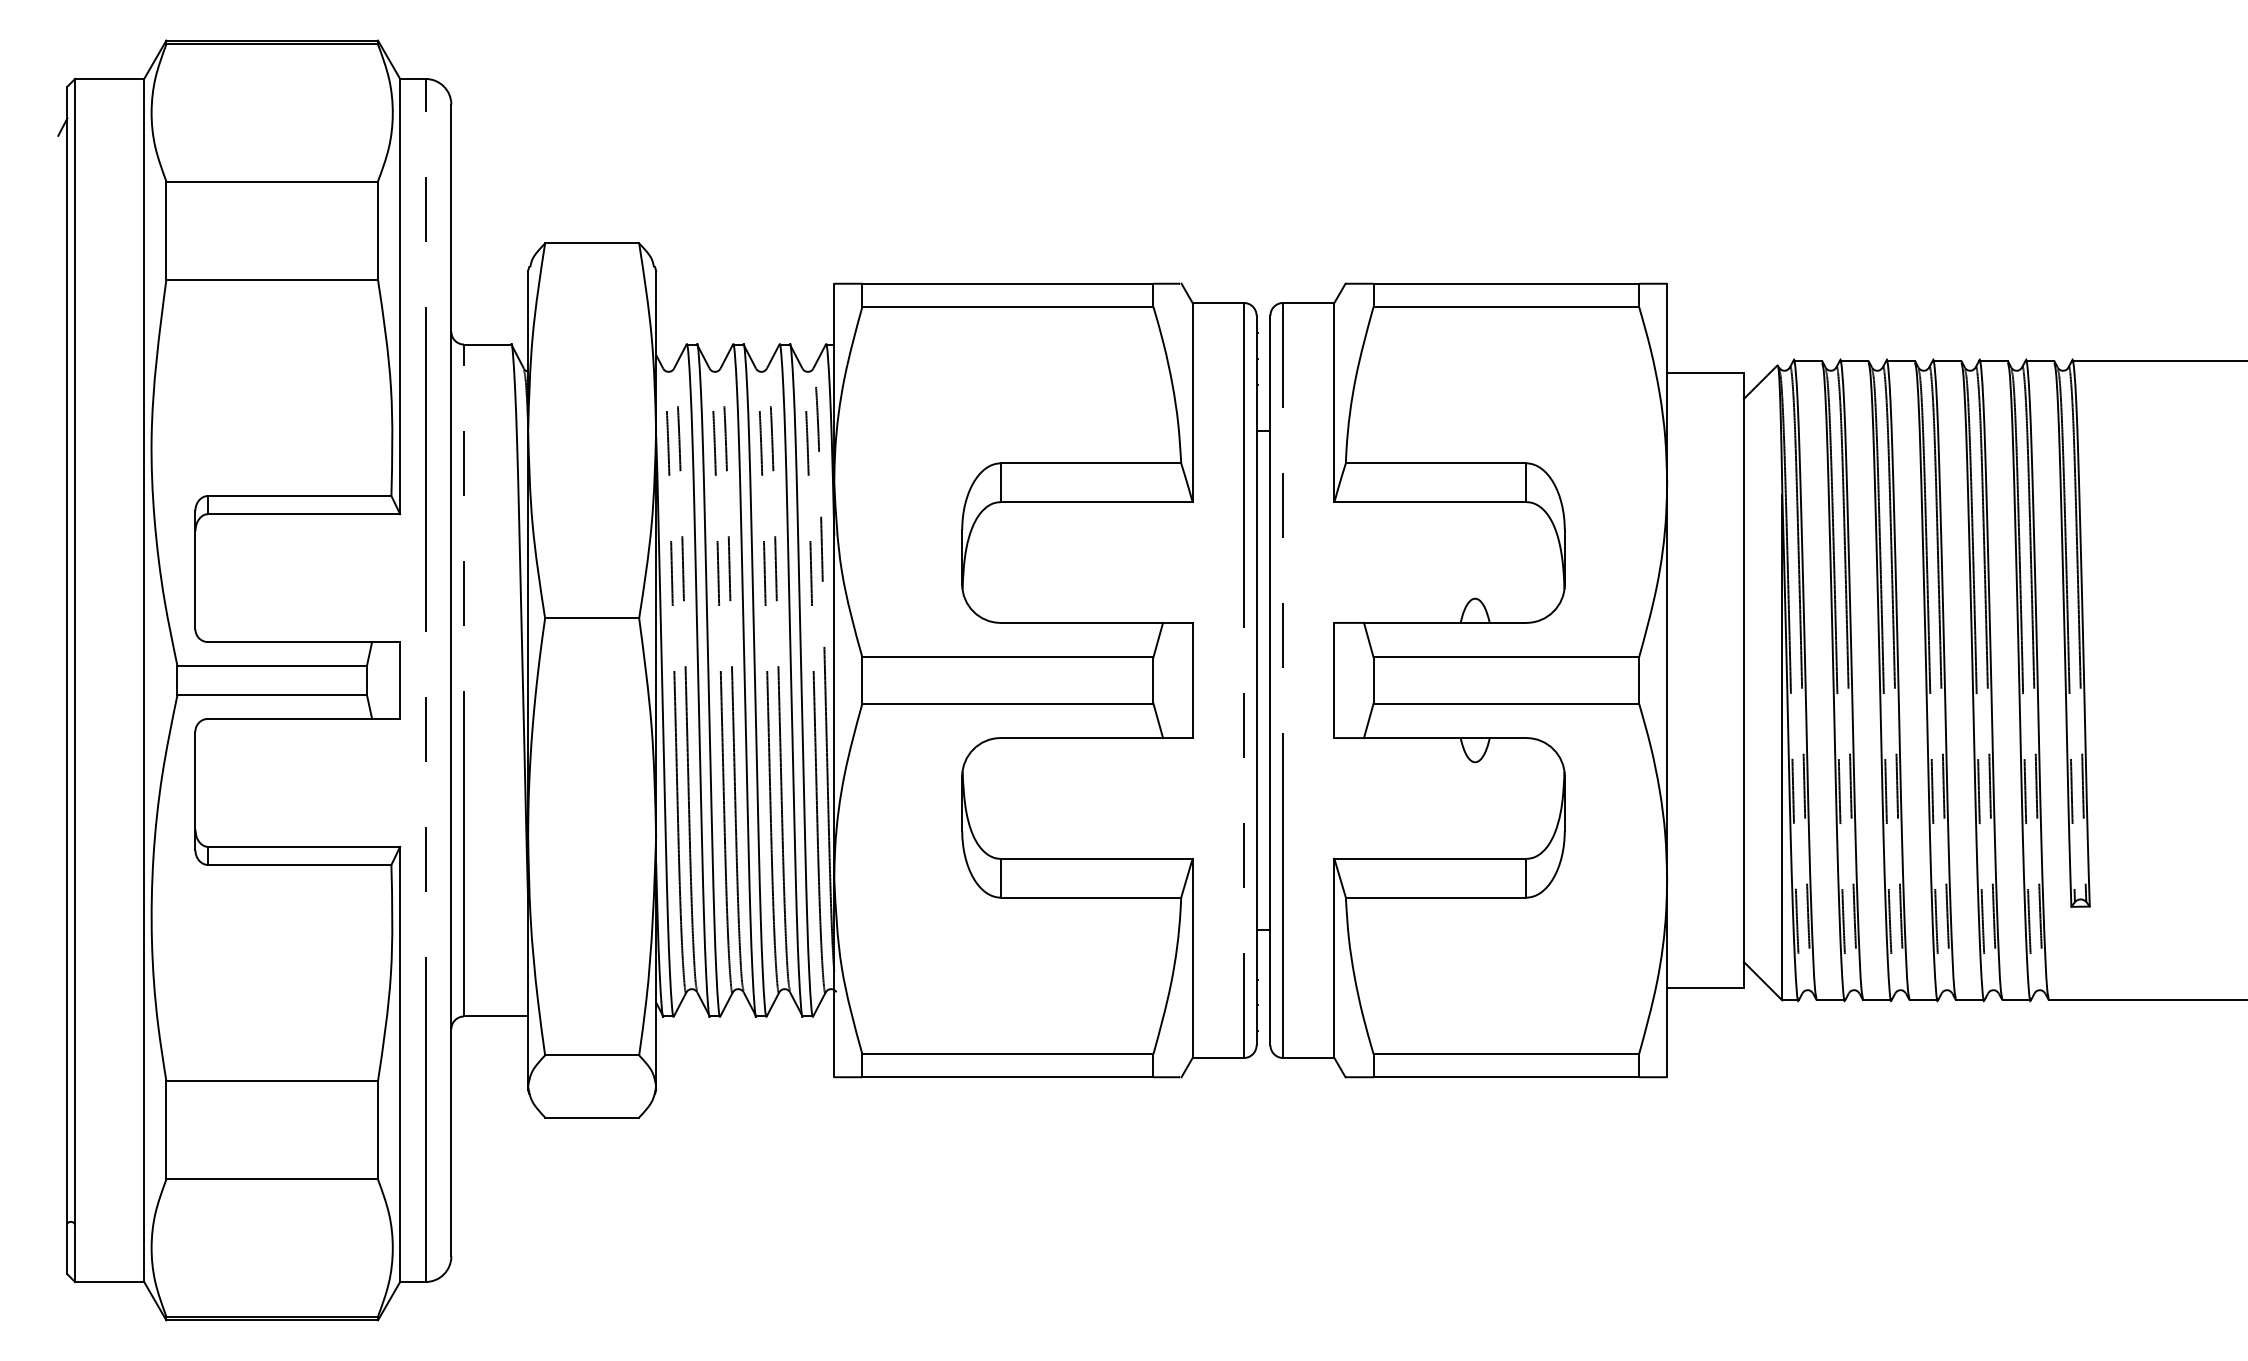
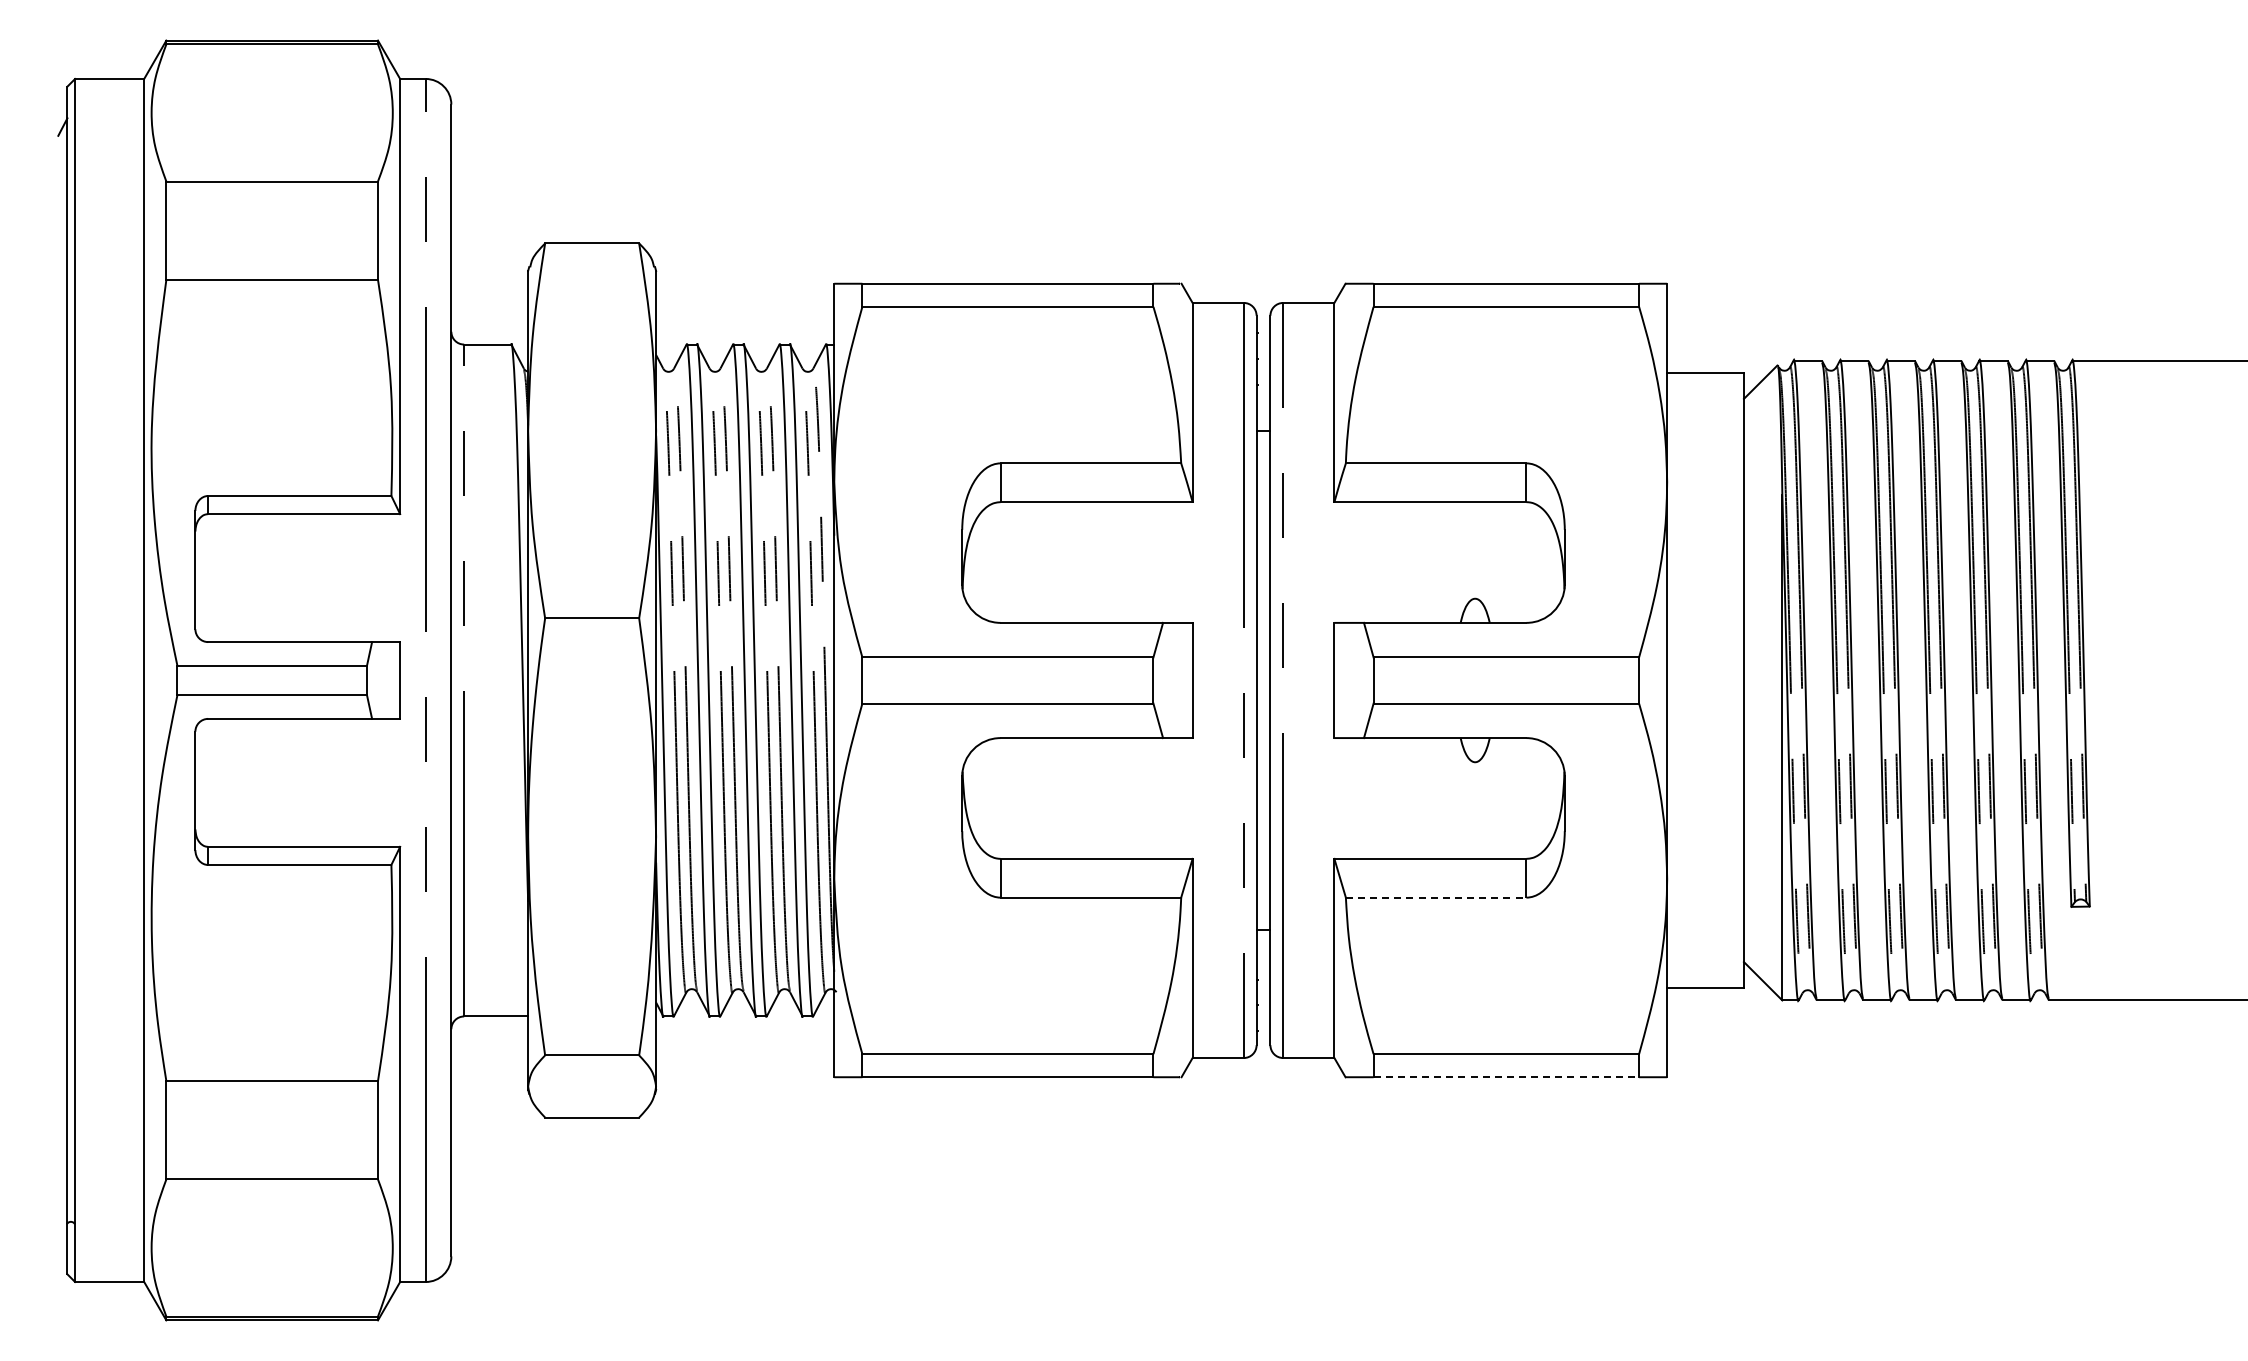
line at (1436, 897): solid -> dashed
line at (1506, 1077): solid -> dashed
